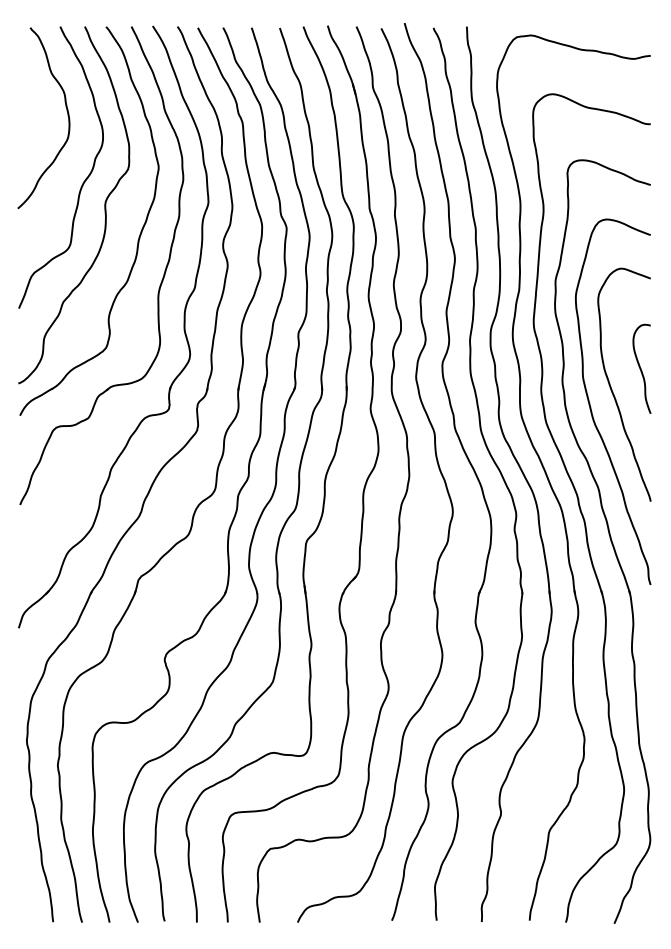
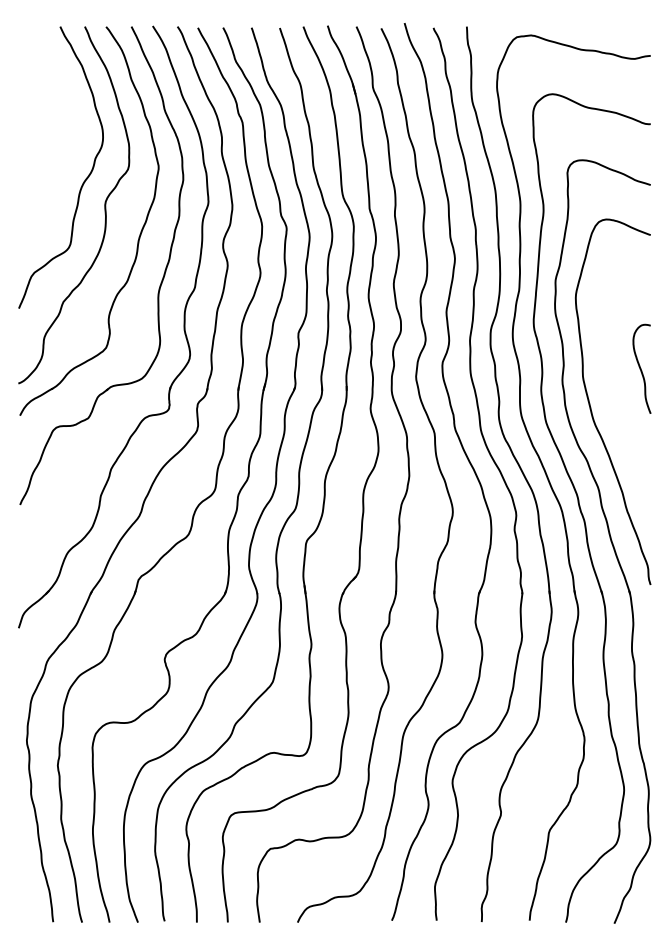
curve at (66, 111): present -> none
curve at (612, 389): present -> none
